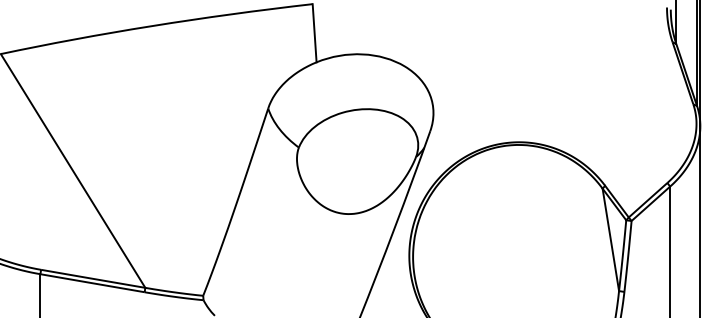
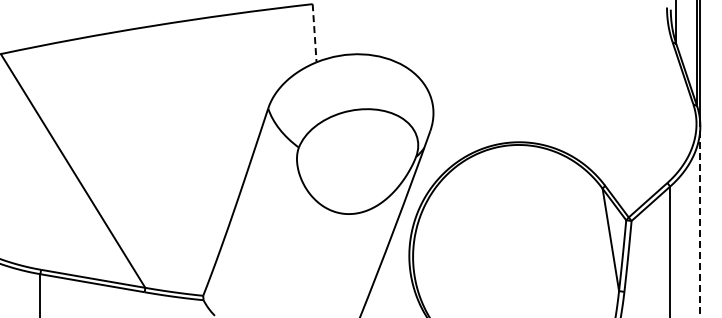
line at (314, 33): solid -> dashed
line at (700, 221): solid -> dashed
